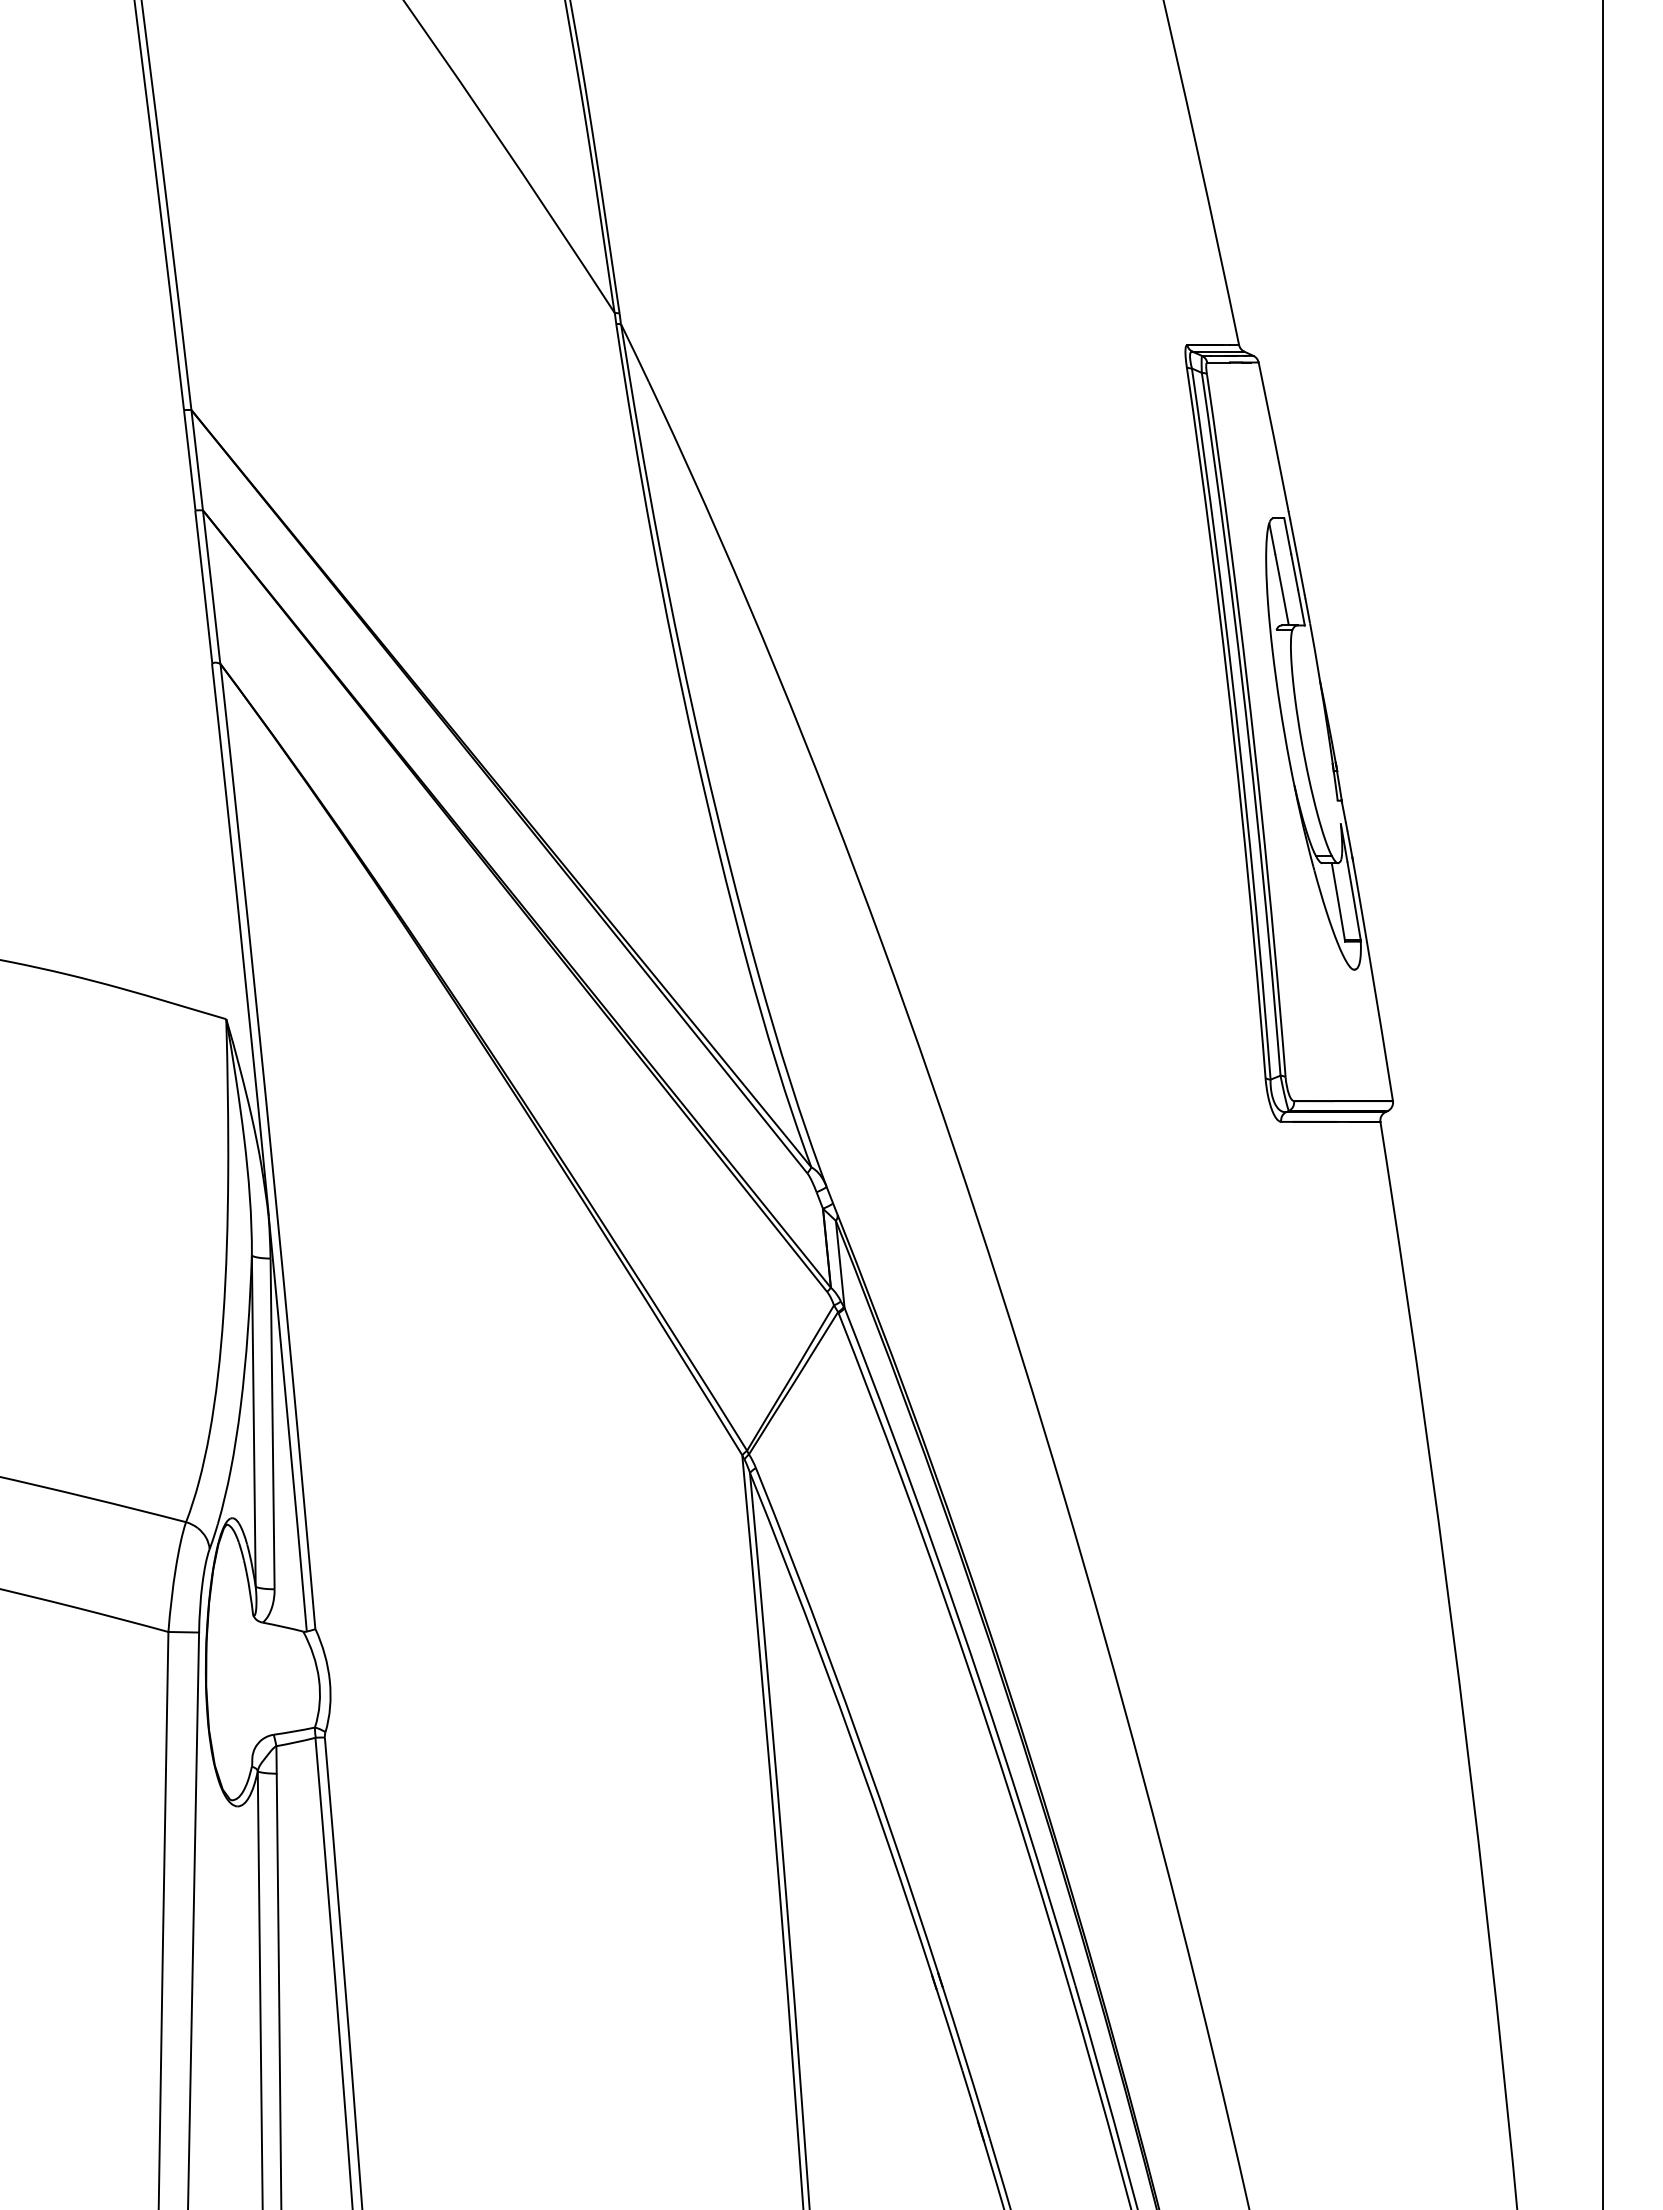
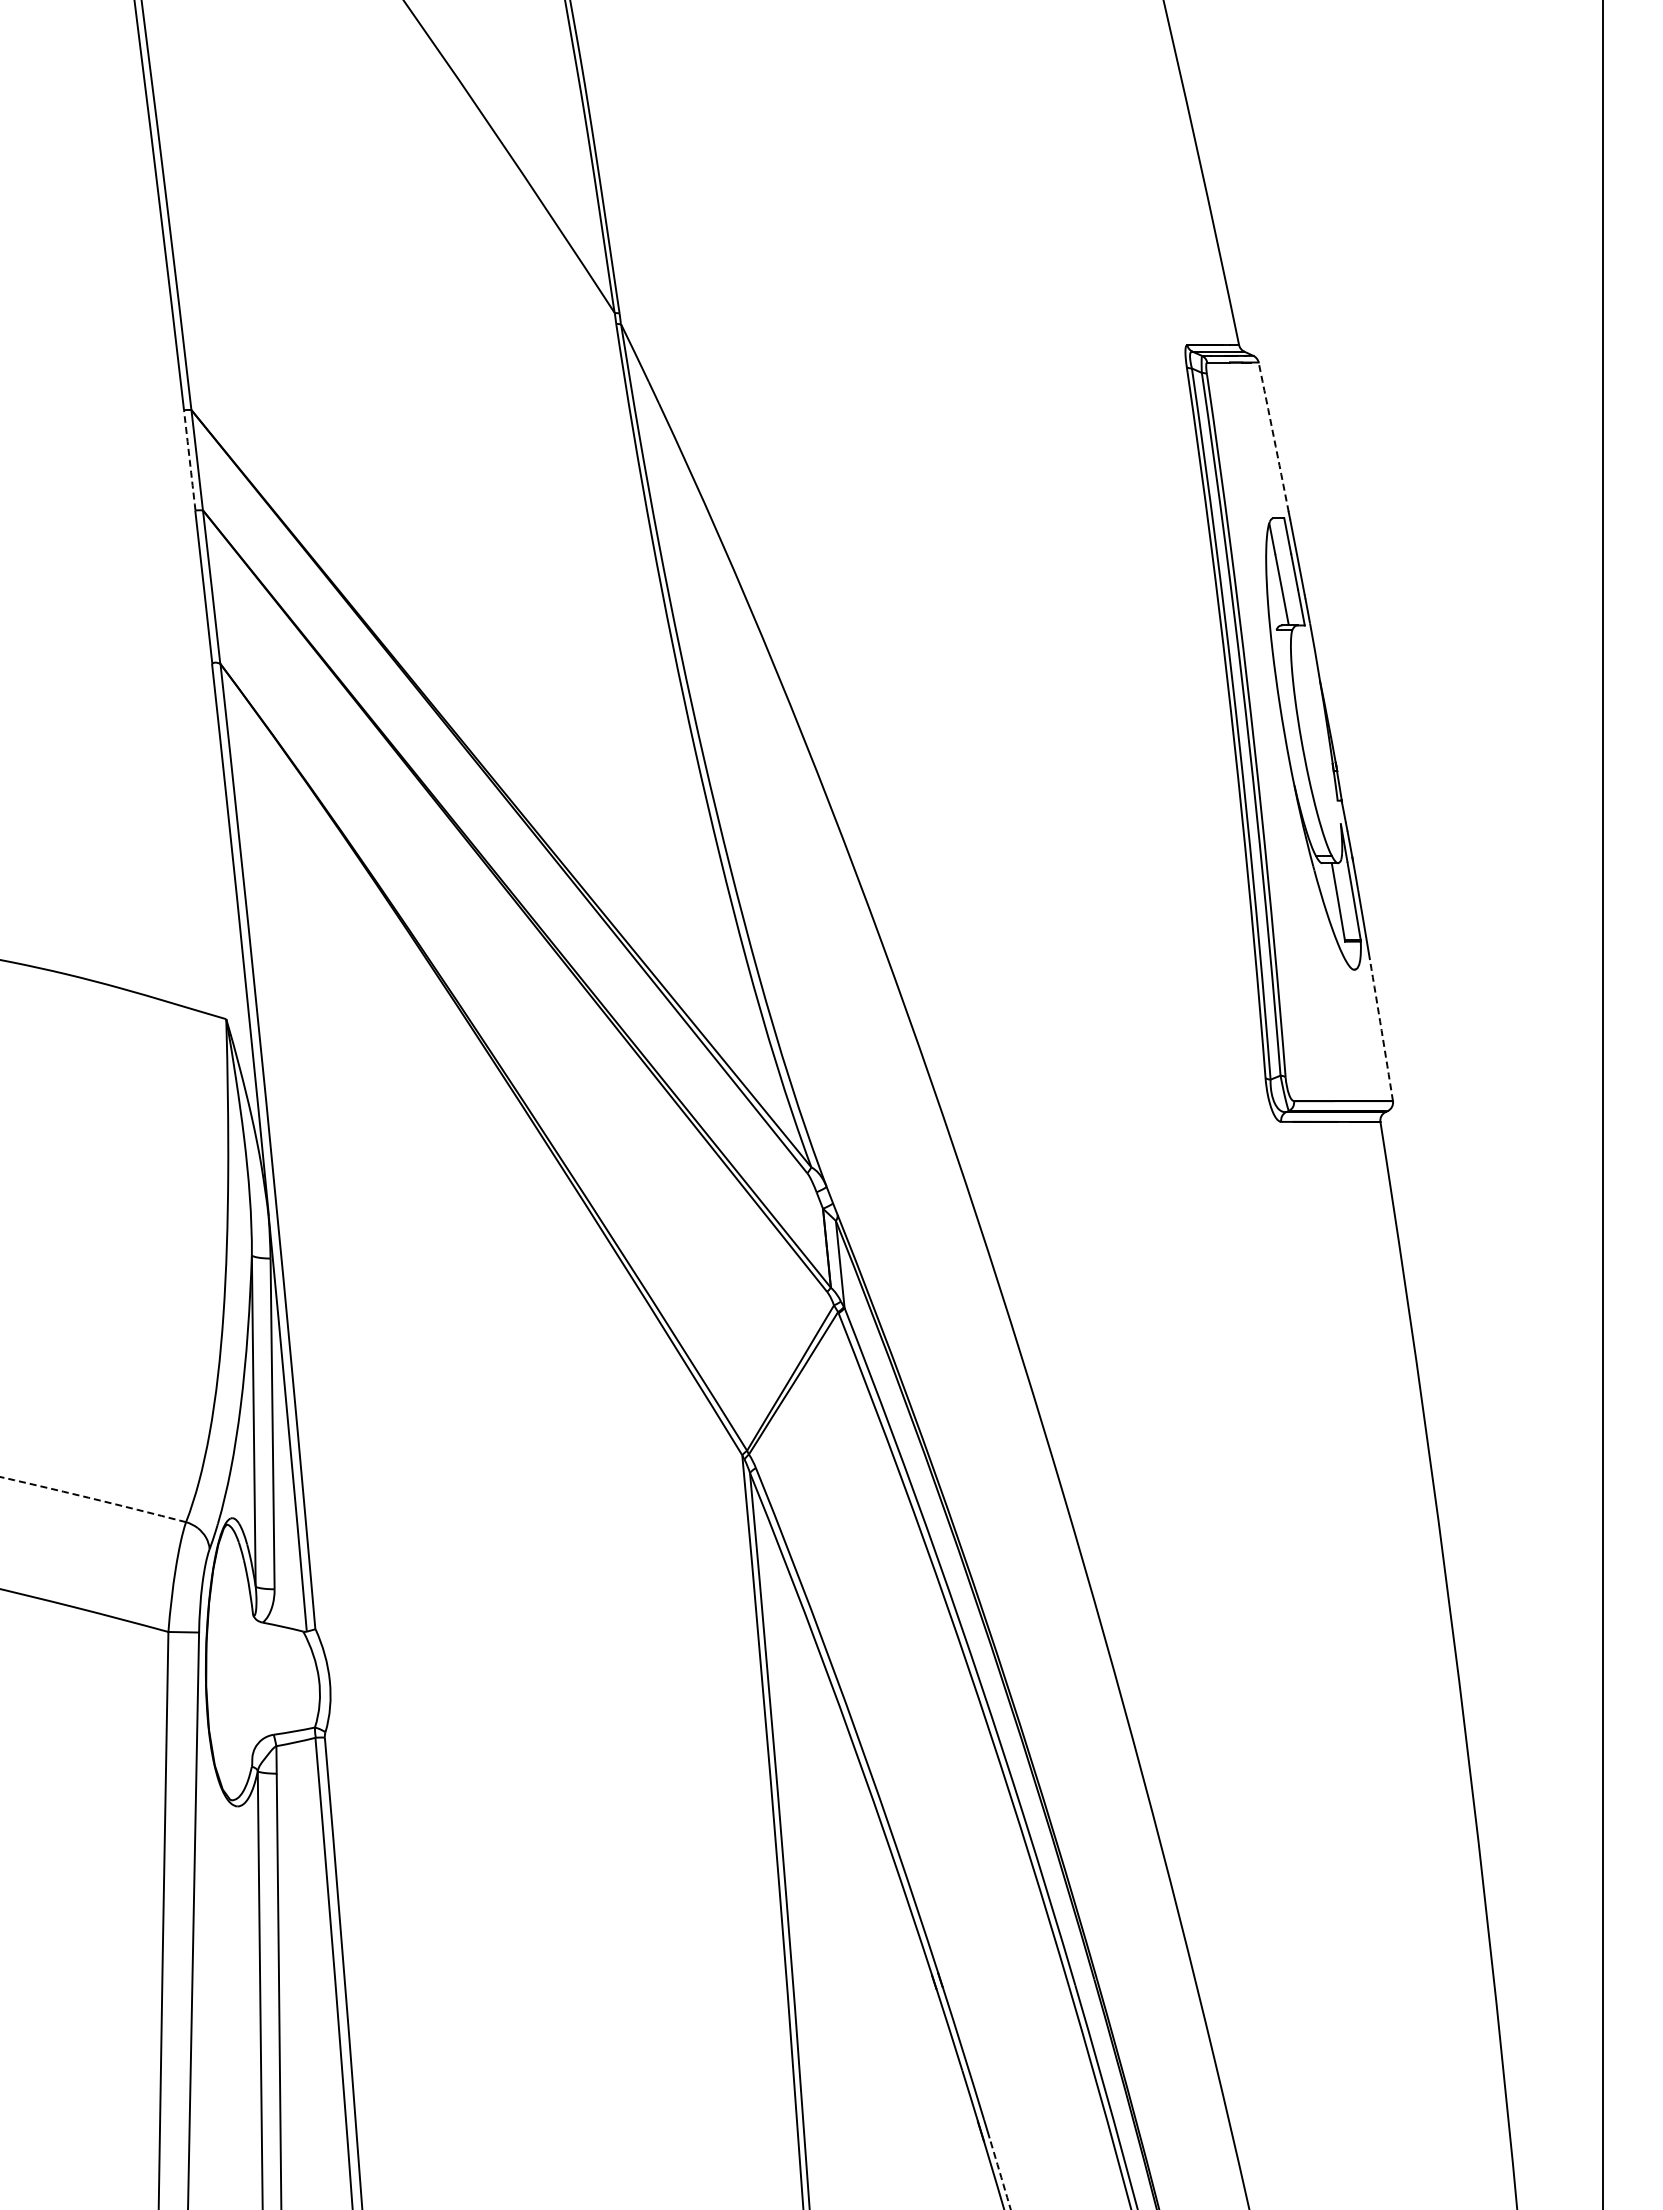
arc at (1273, 437): solid -> dashed
arc at (189, 460): solid -> dashed
arc at (1381, 1030): solid -> dashed
arc at (93, 1498): solid -> dashed
arc at (1000, 2173): solid -> dashed
